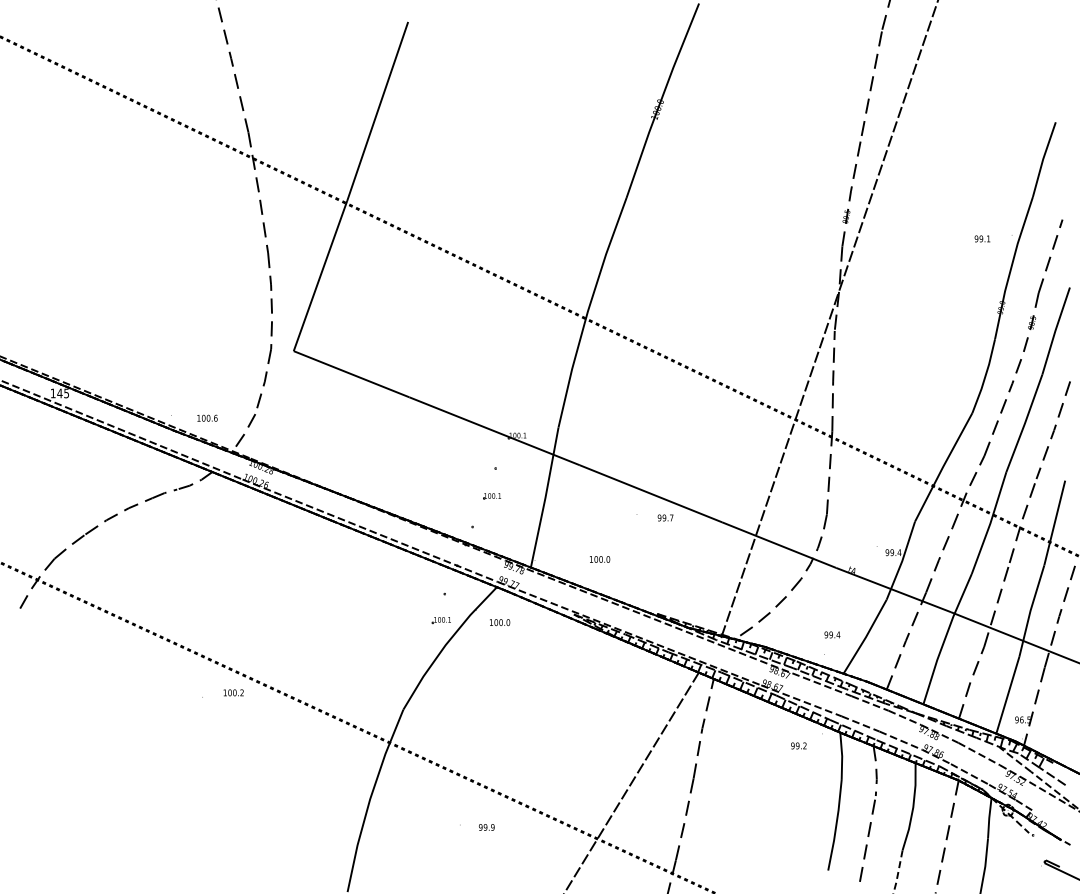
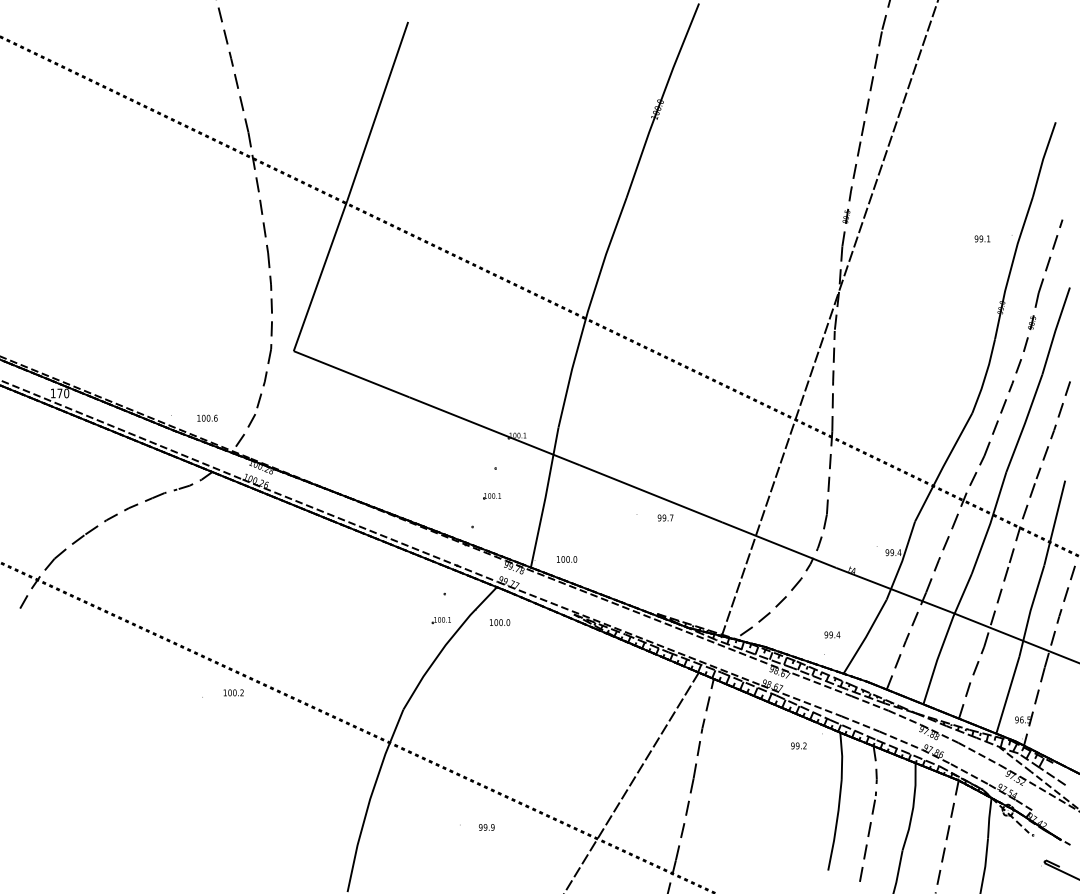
text at (63, 393): 145 -> 170
text at (600, 559) position: (600, 559) -> (567, 559)
line at (898, 872): dashed -> solid
